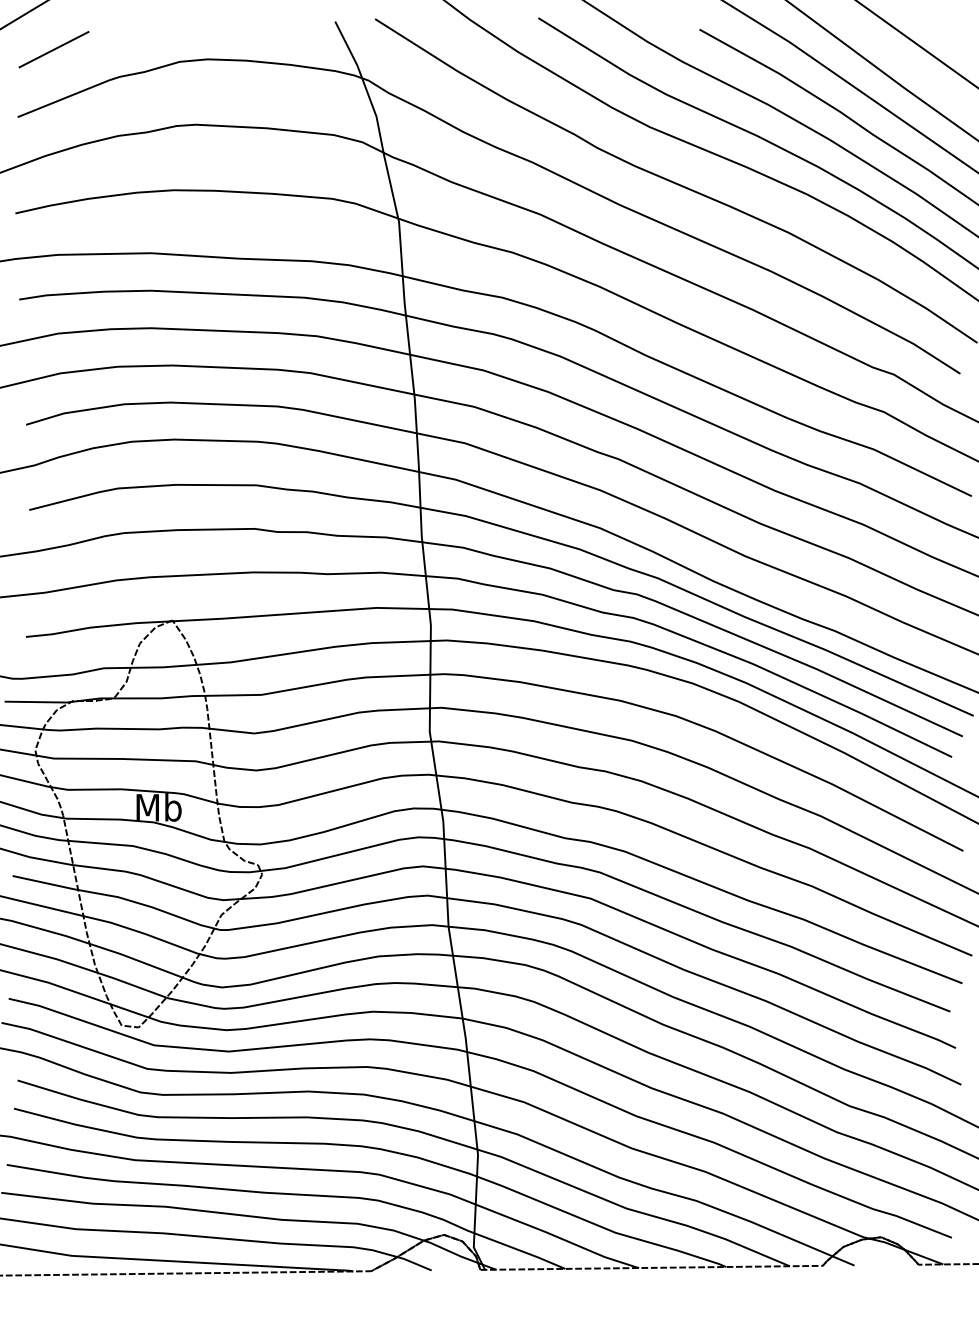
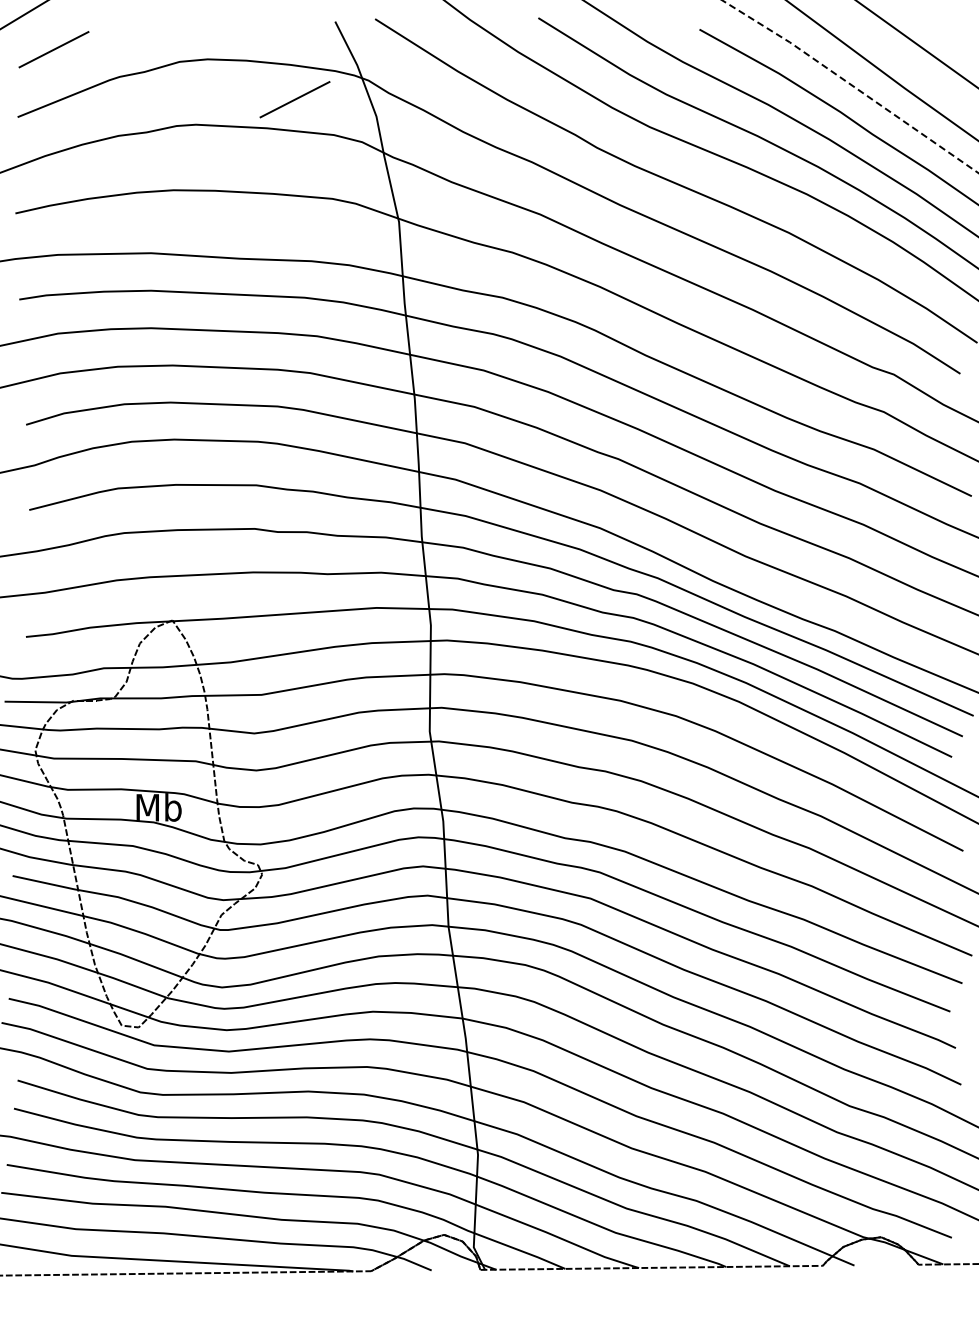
line at (851, 84): solid -> dashed
line at (294, 99): none -> present
